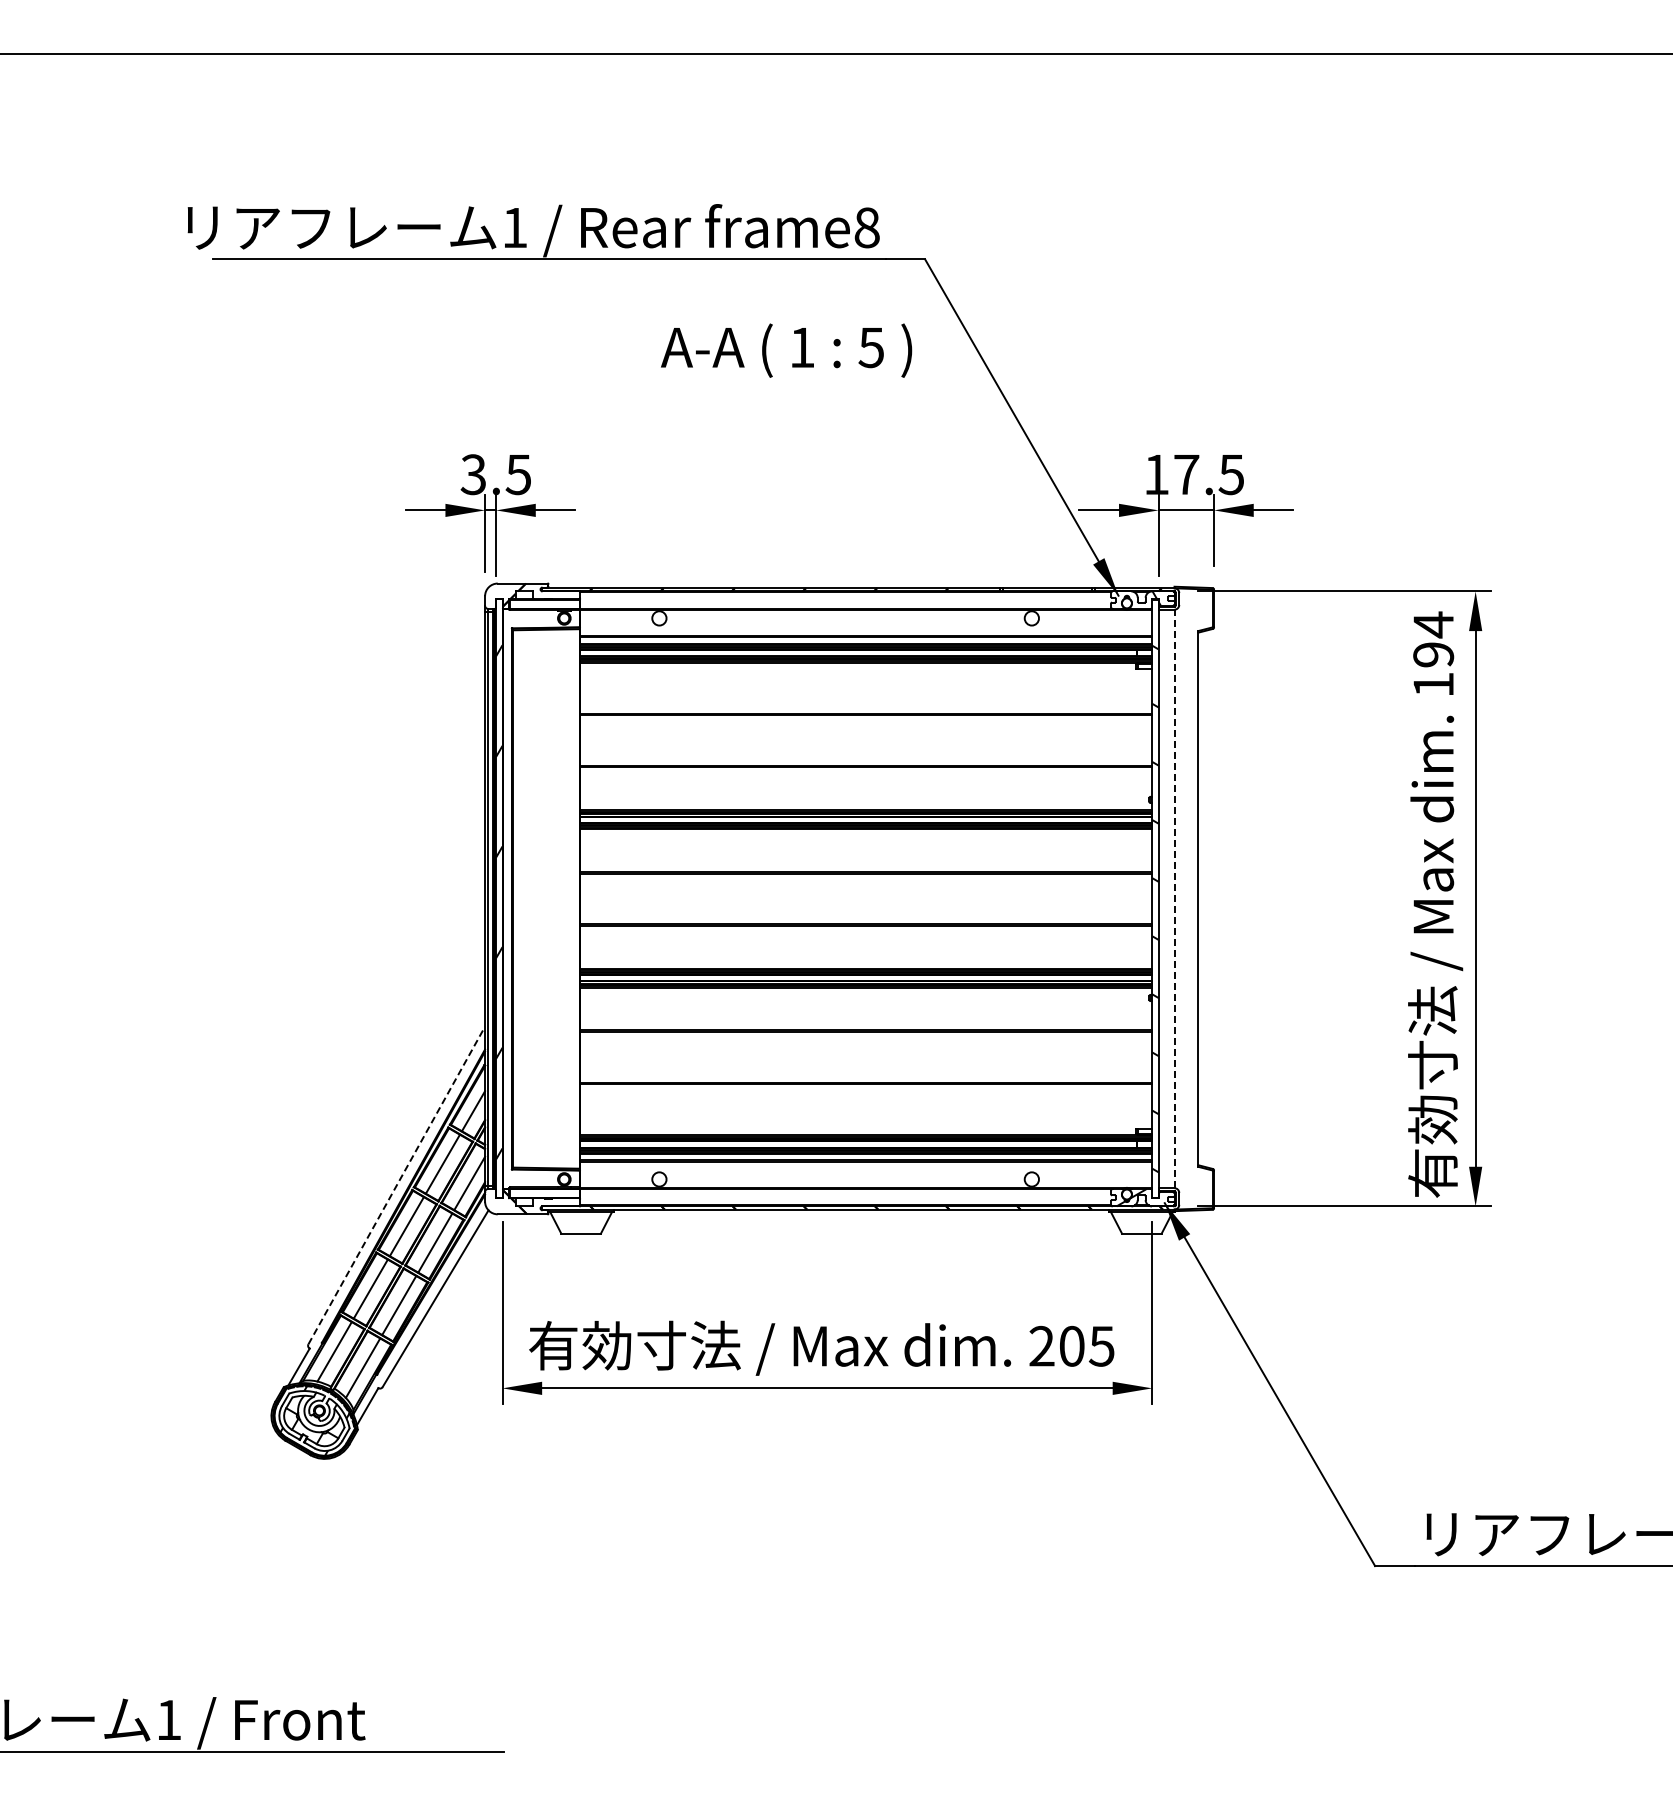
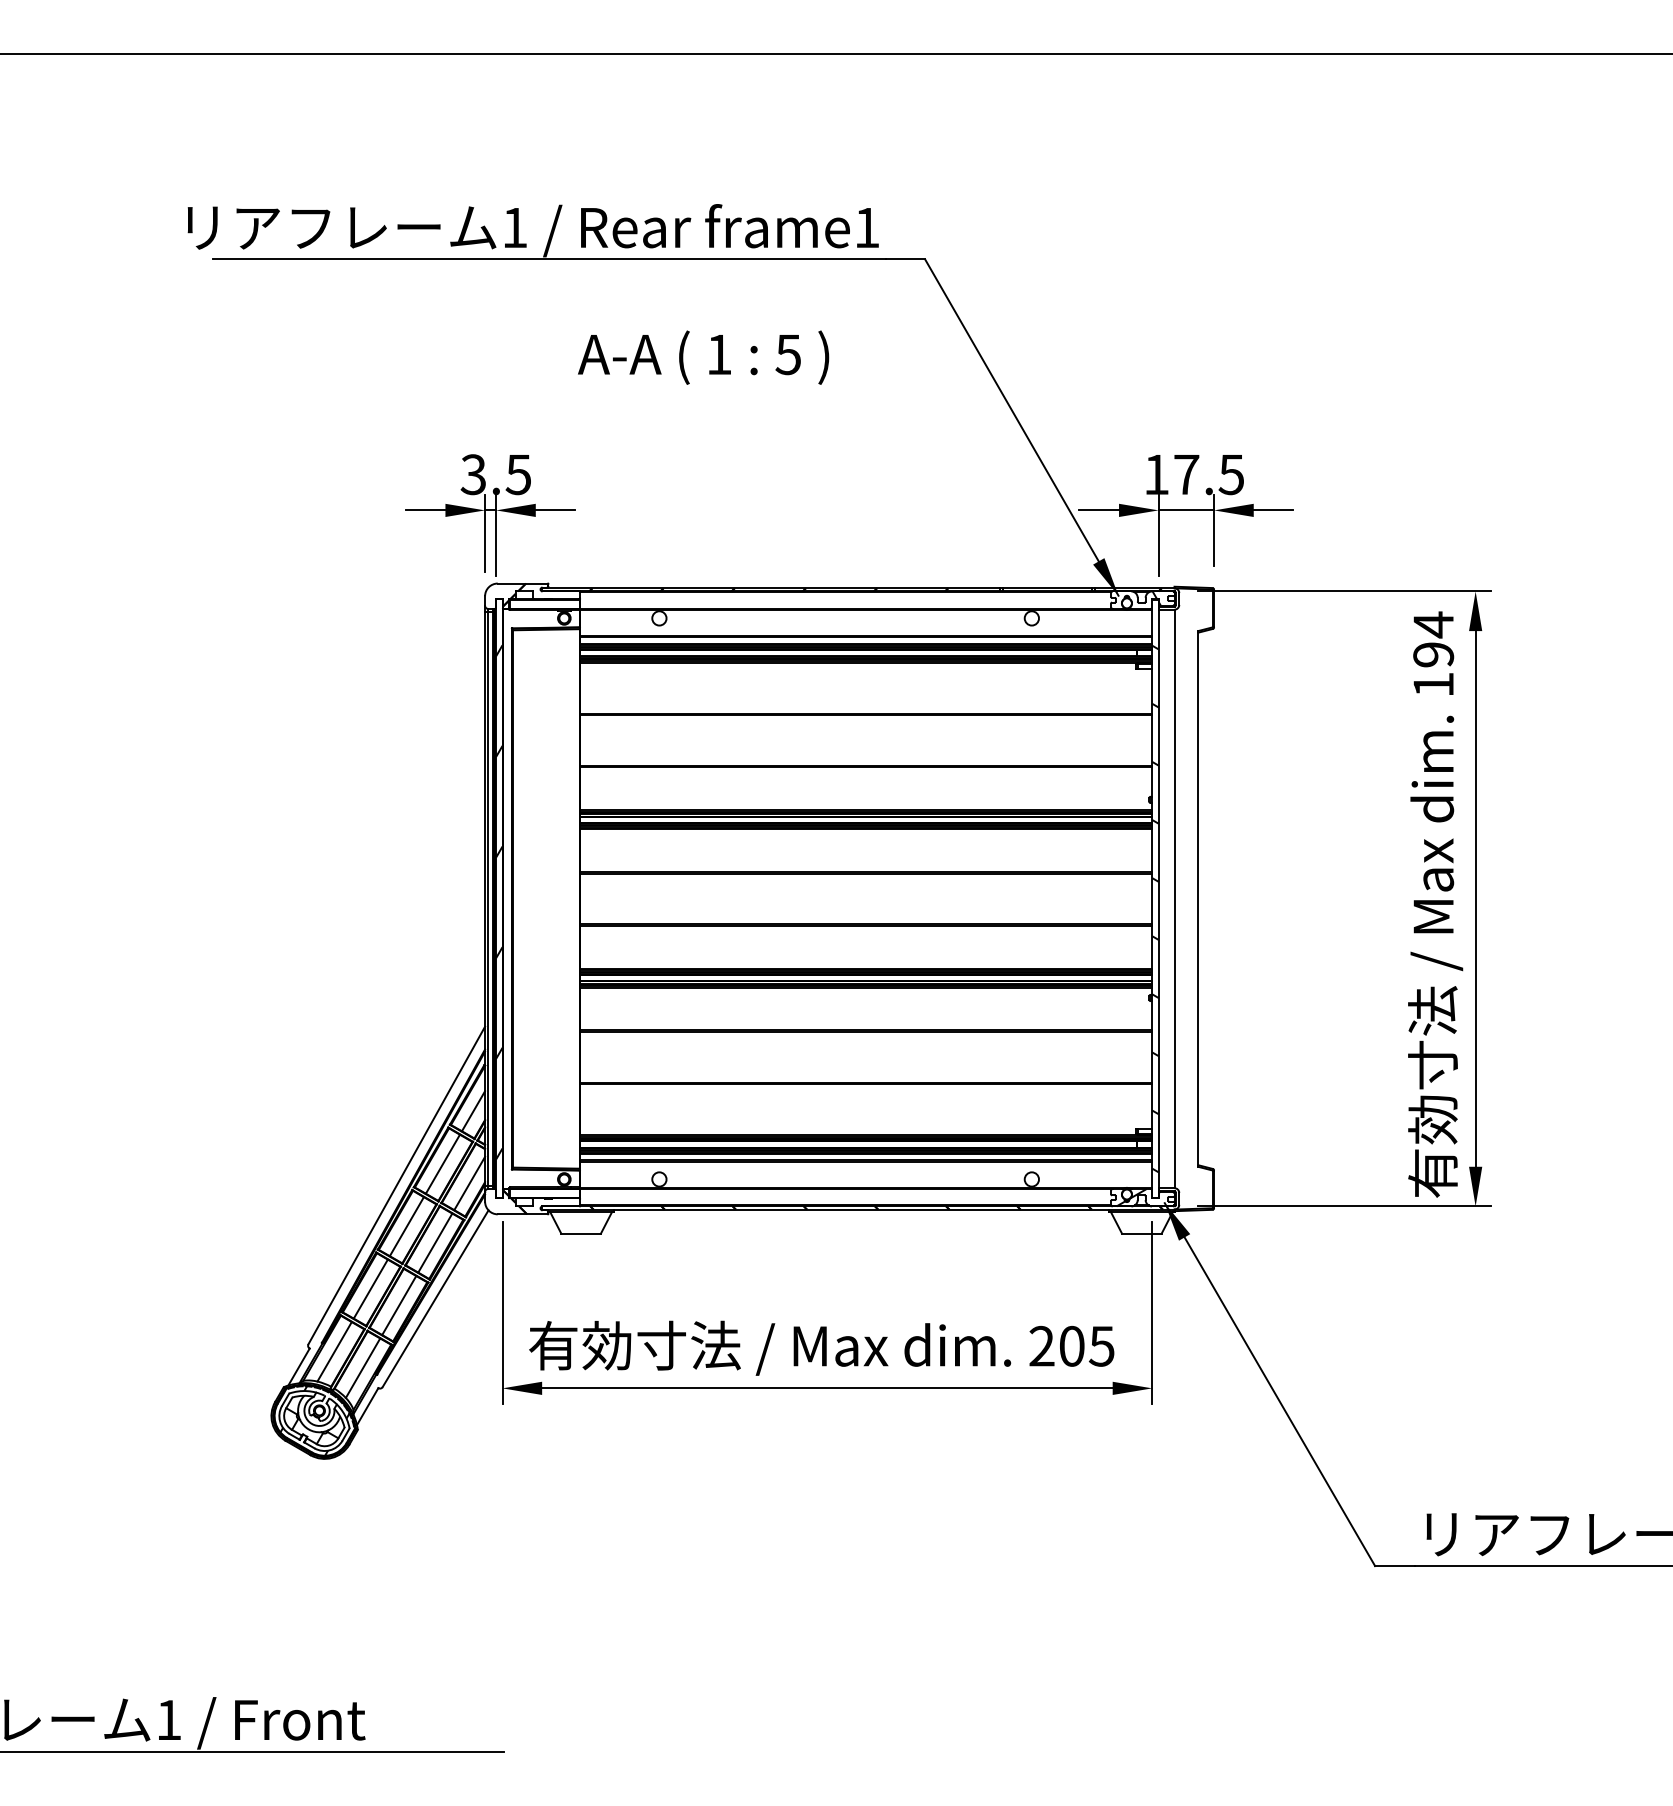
text at (866, 227): frame8 -> frame1
text at (786, 350) position: (786, 350) -> (703, 357)
line at (1174, 898): dashed -> solid
line at (396, 1185): dashed -> solid
